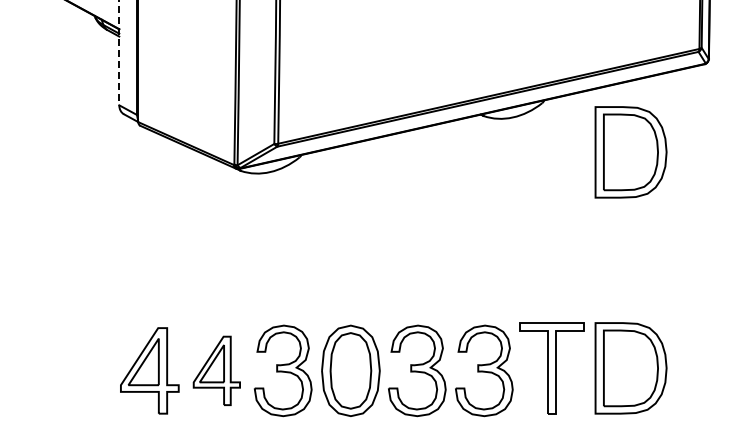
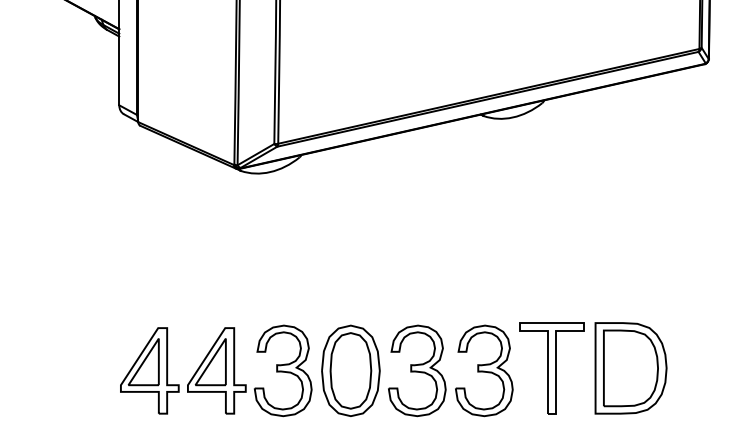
line at (119, 53): dashed -> solid
part at (630, 152): present -> none
part at (216, 370) size: 49x71 px -> 60x88 px
